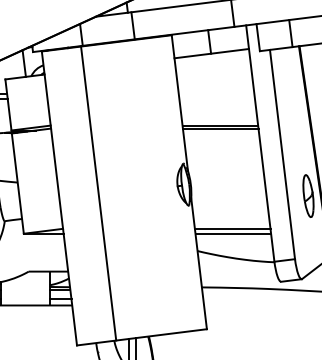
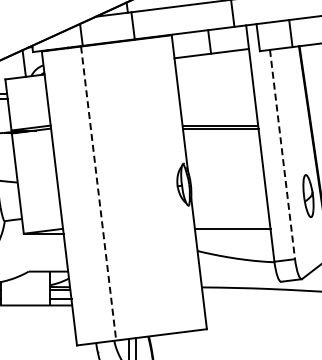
line at (282, 155): solid -> dashed
line at (98, 194): solid -> dashed
line at (233, 233): present -> none
